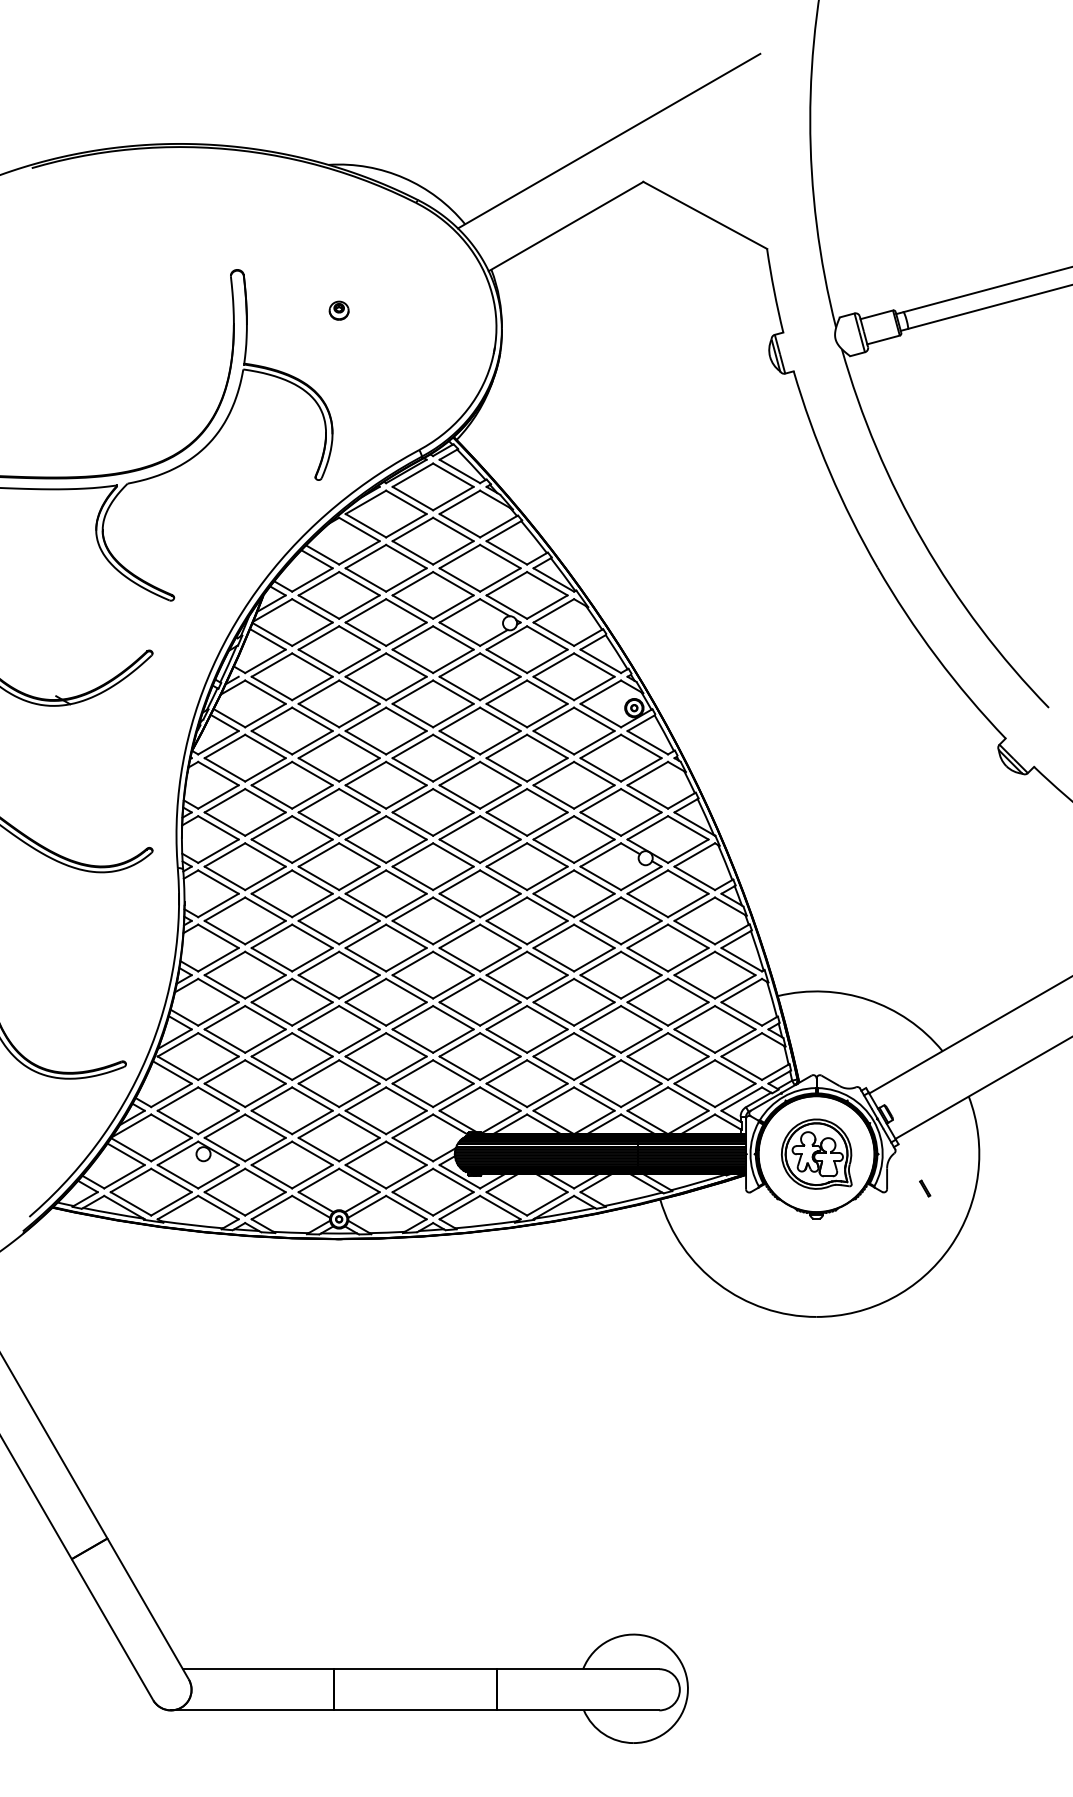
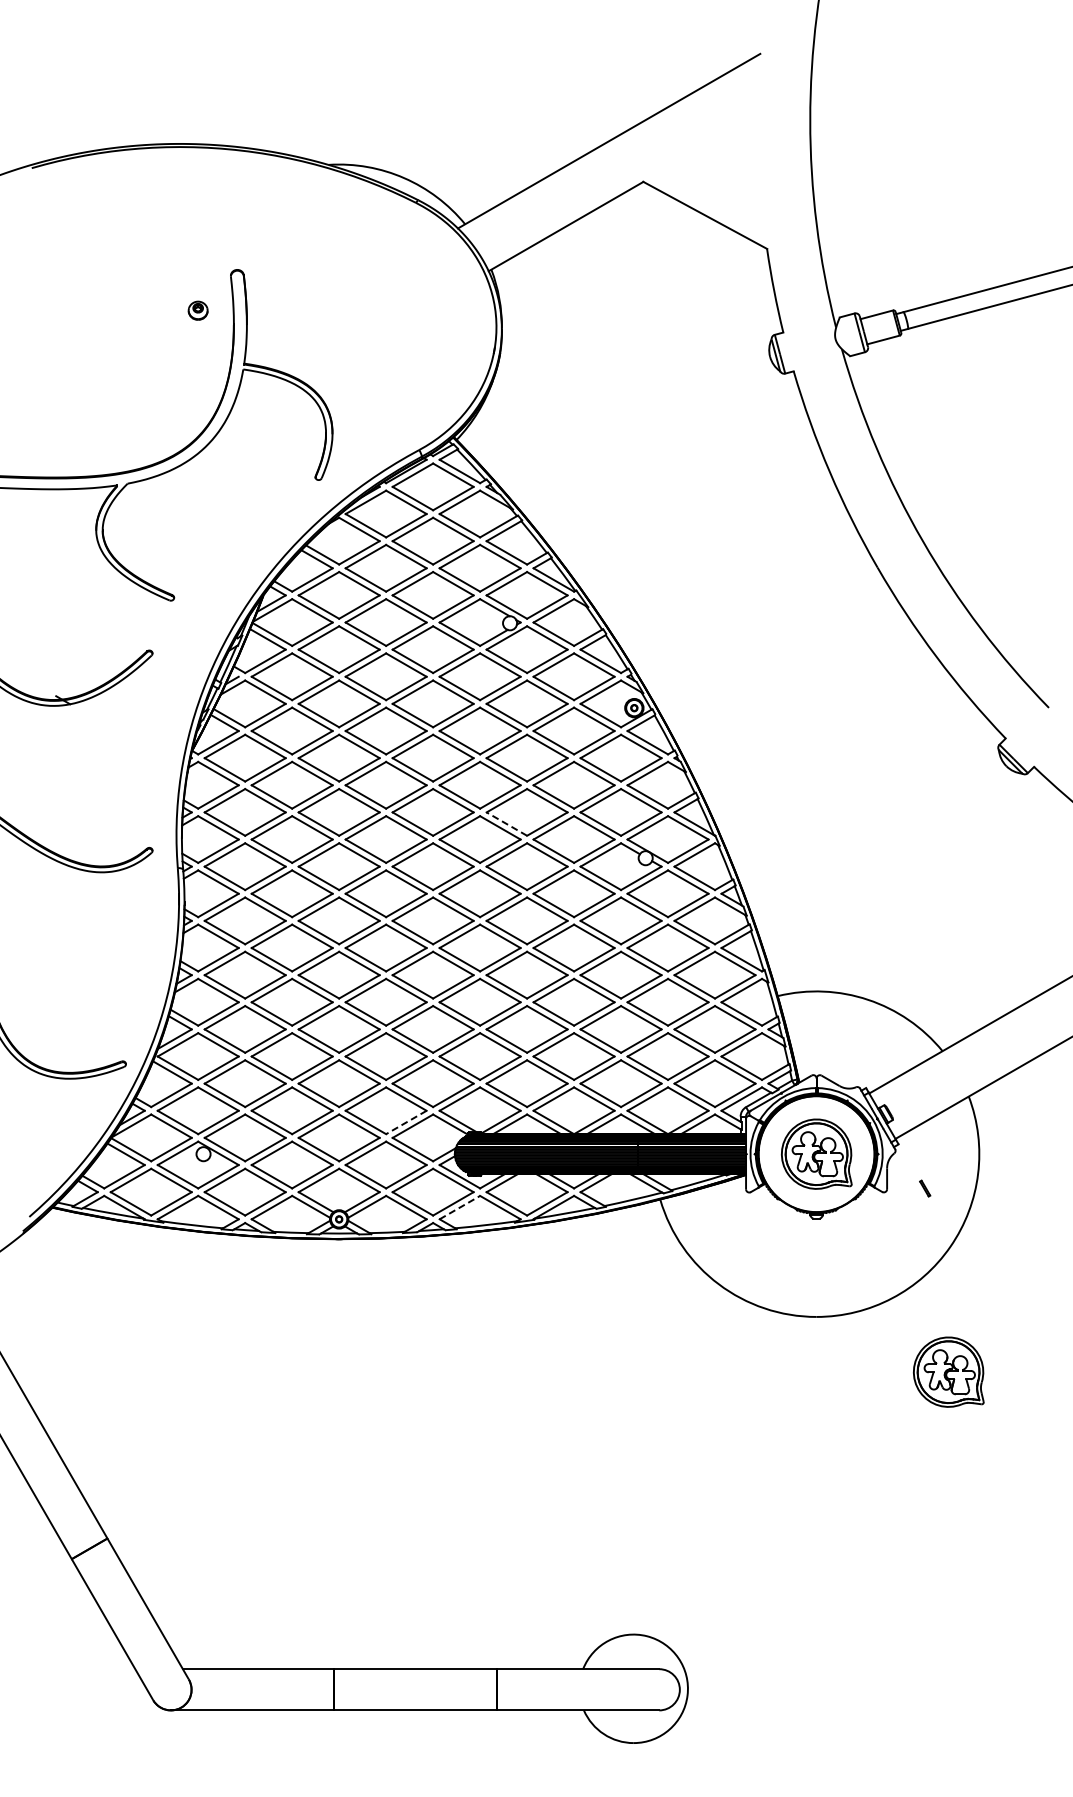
part at (338, 310) position: (338, 310) -> (197, 310)
line at (506, 823): solid -> dashed
line at (405, 1122): solid -> dashed
line at (460, 1207): solid -> dashed
part at (948, 1371): none -> present
